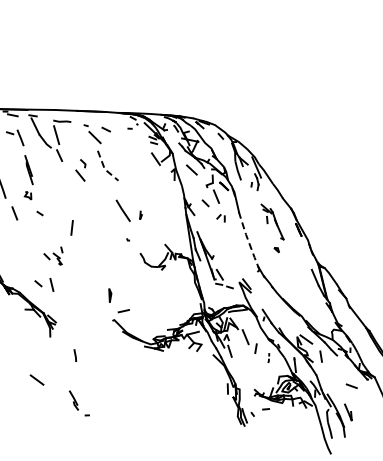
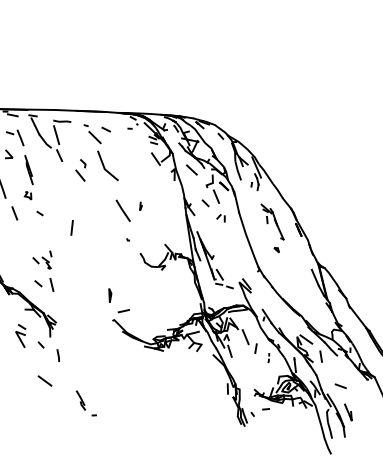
line at (9, 154): none -> present
line at (104, 169): dashed -> solid
line at (140, 214) position: (140, 214) -> (140, 205)
line at (248, 240): dashed -> solid
part at (53, 255) position: (53, 255) -> (42, 259)
part at (20, 335): none -> present
line at (40, 344): none -> present
line at (74, 355) position: (74, 355) -> (57, 355)
line at (36, 379) position: (36, 379) -> (44, 380)
line at (351, 385) position: (351, 385) -> (340, 385)
part at (78, 403) position: (78, 403) -> (85, 403)
